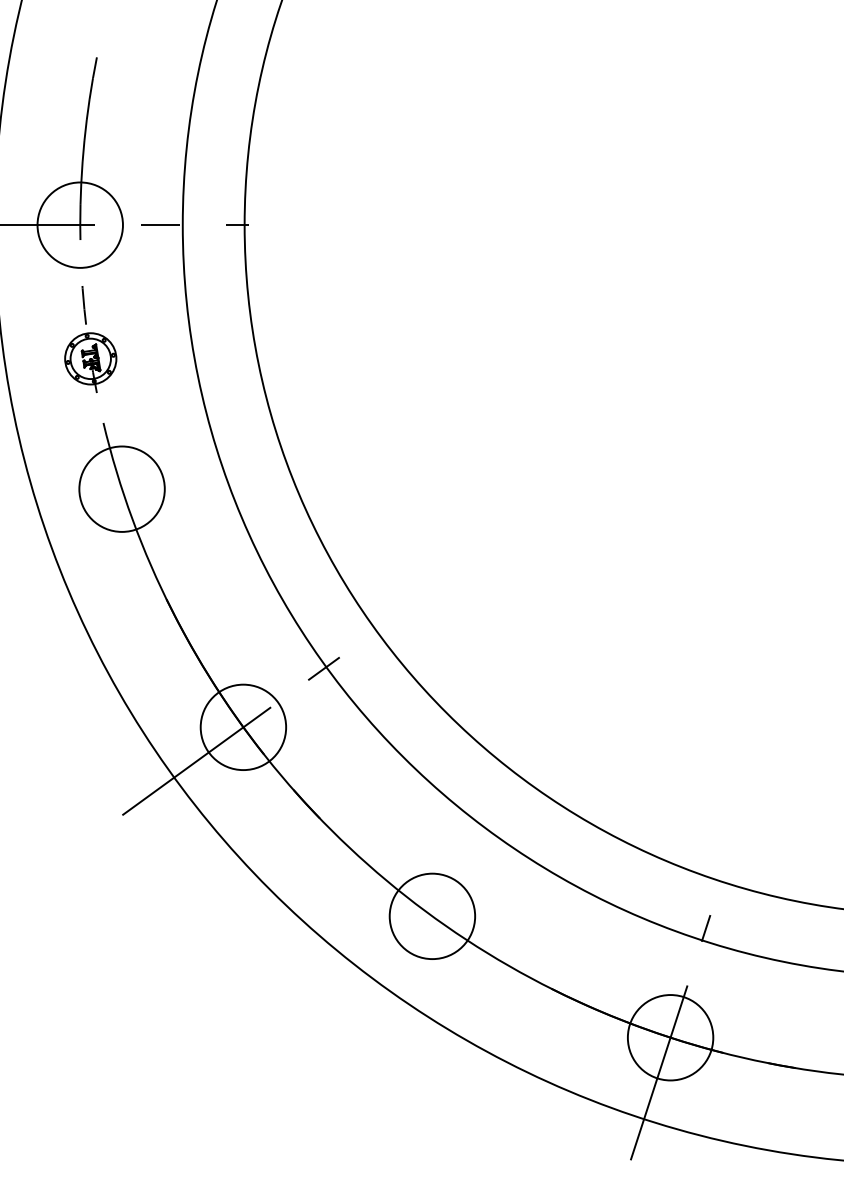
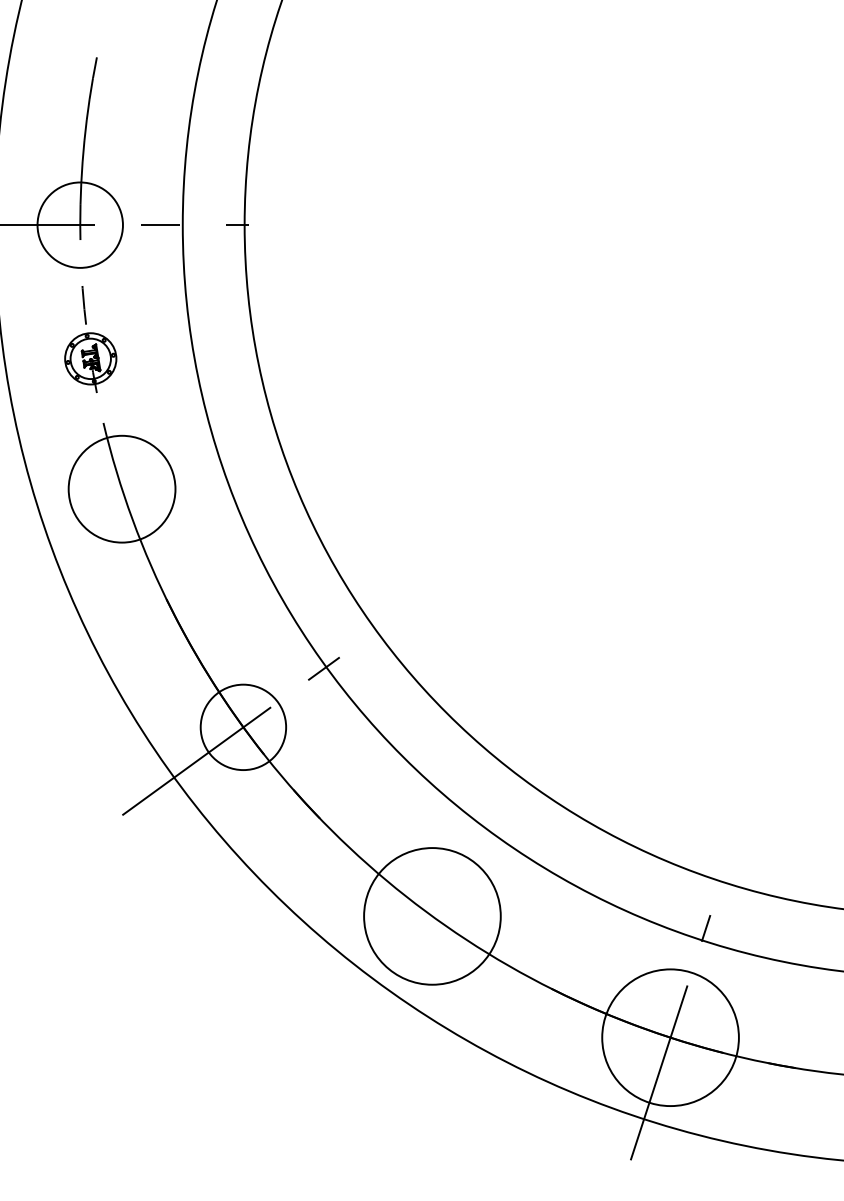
circle at (121, 488) diameter: 85 px -> 107 px
circle at (432, 916) diameter: 85 px -> 137 px
circle at (670, 1037) diameter: 85 px -> 137 px
